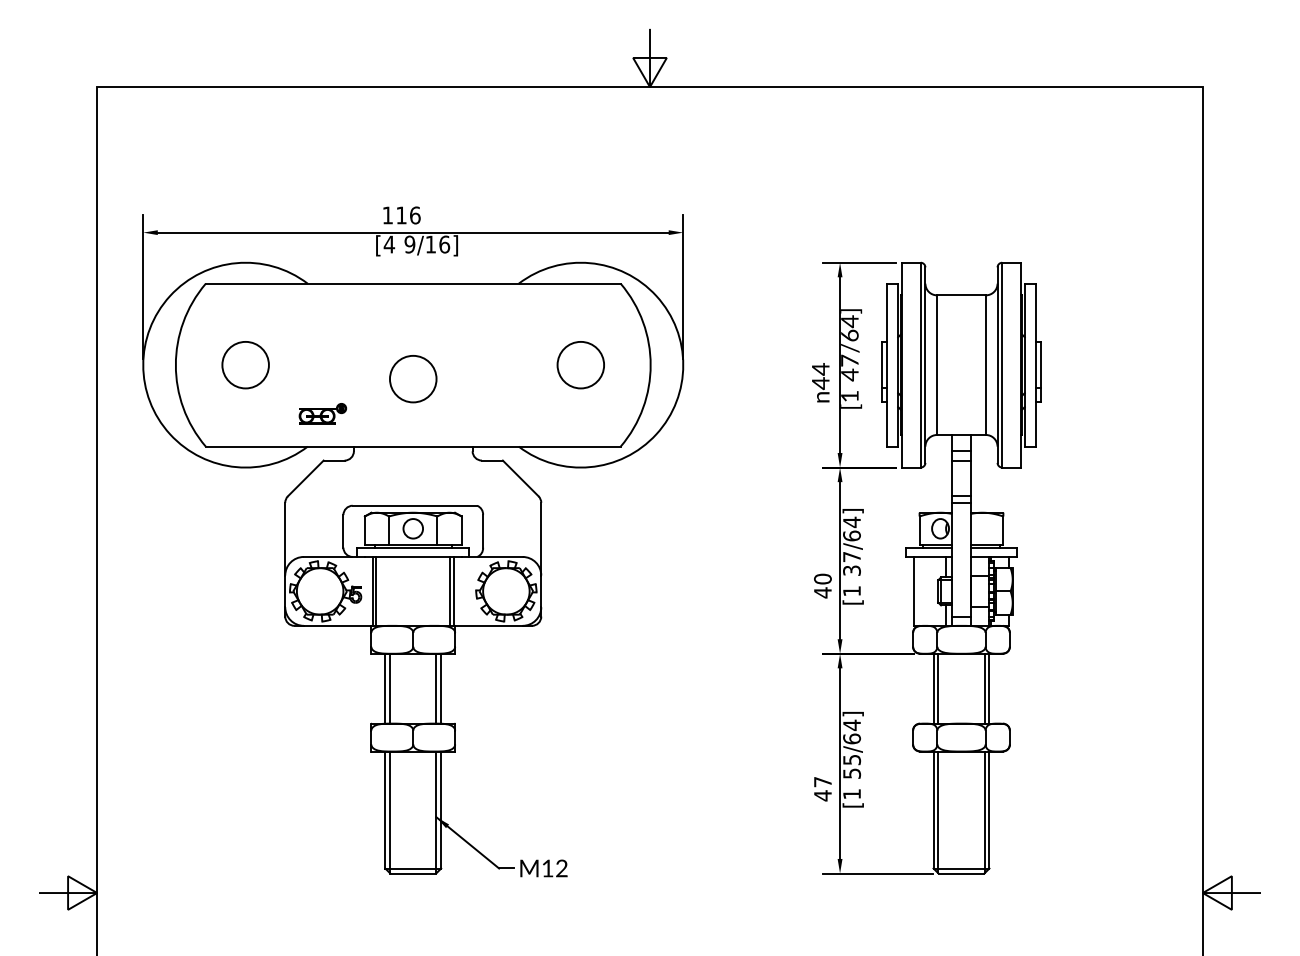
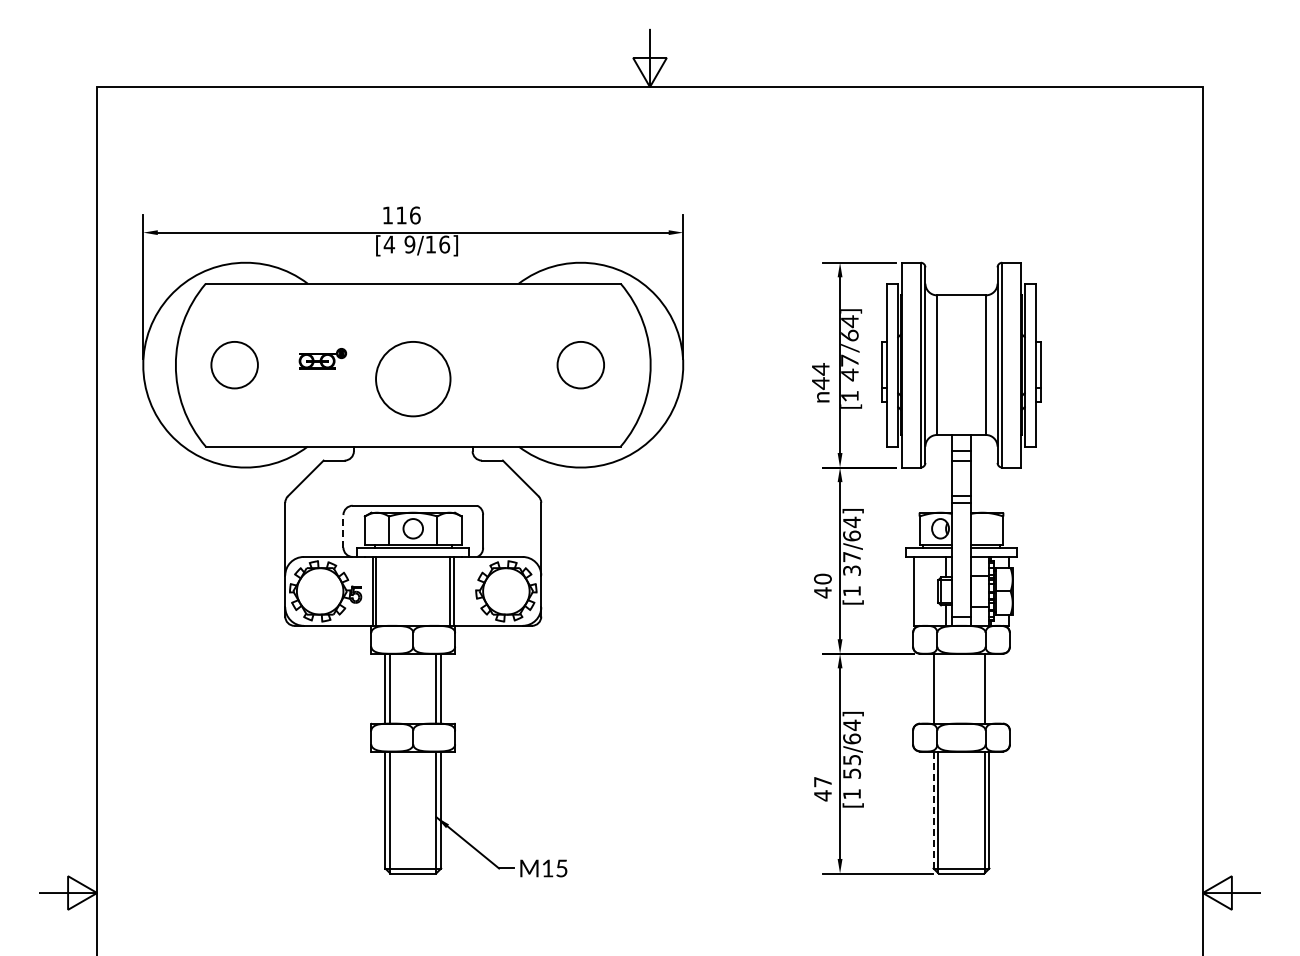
circle at (245, 365) position: (245, 365) -> (234, 365)
circle at (412, 378) diameter: 47 px -> 74 px
part at (322, 413) position: (322, 413) -> (322, 358)
line at (343, 530): solid -> dashed
line at (938, 688): present -> none
line at (989, 688): present -> none
line at (933, 810): solid -> dashed
text at (561, 868): M12 -> M15
